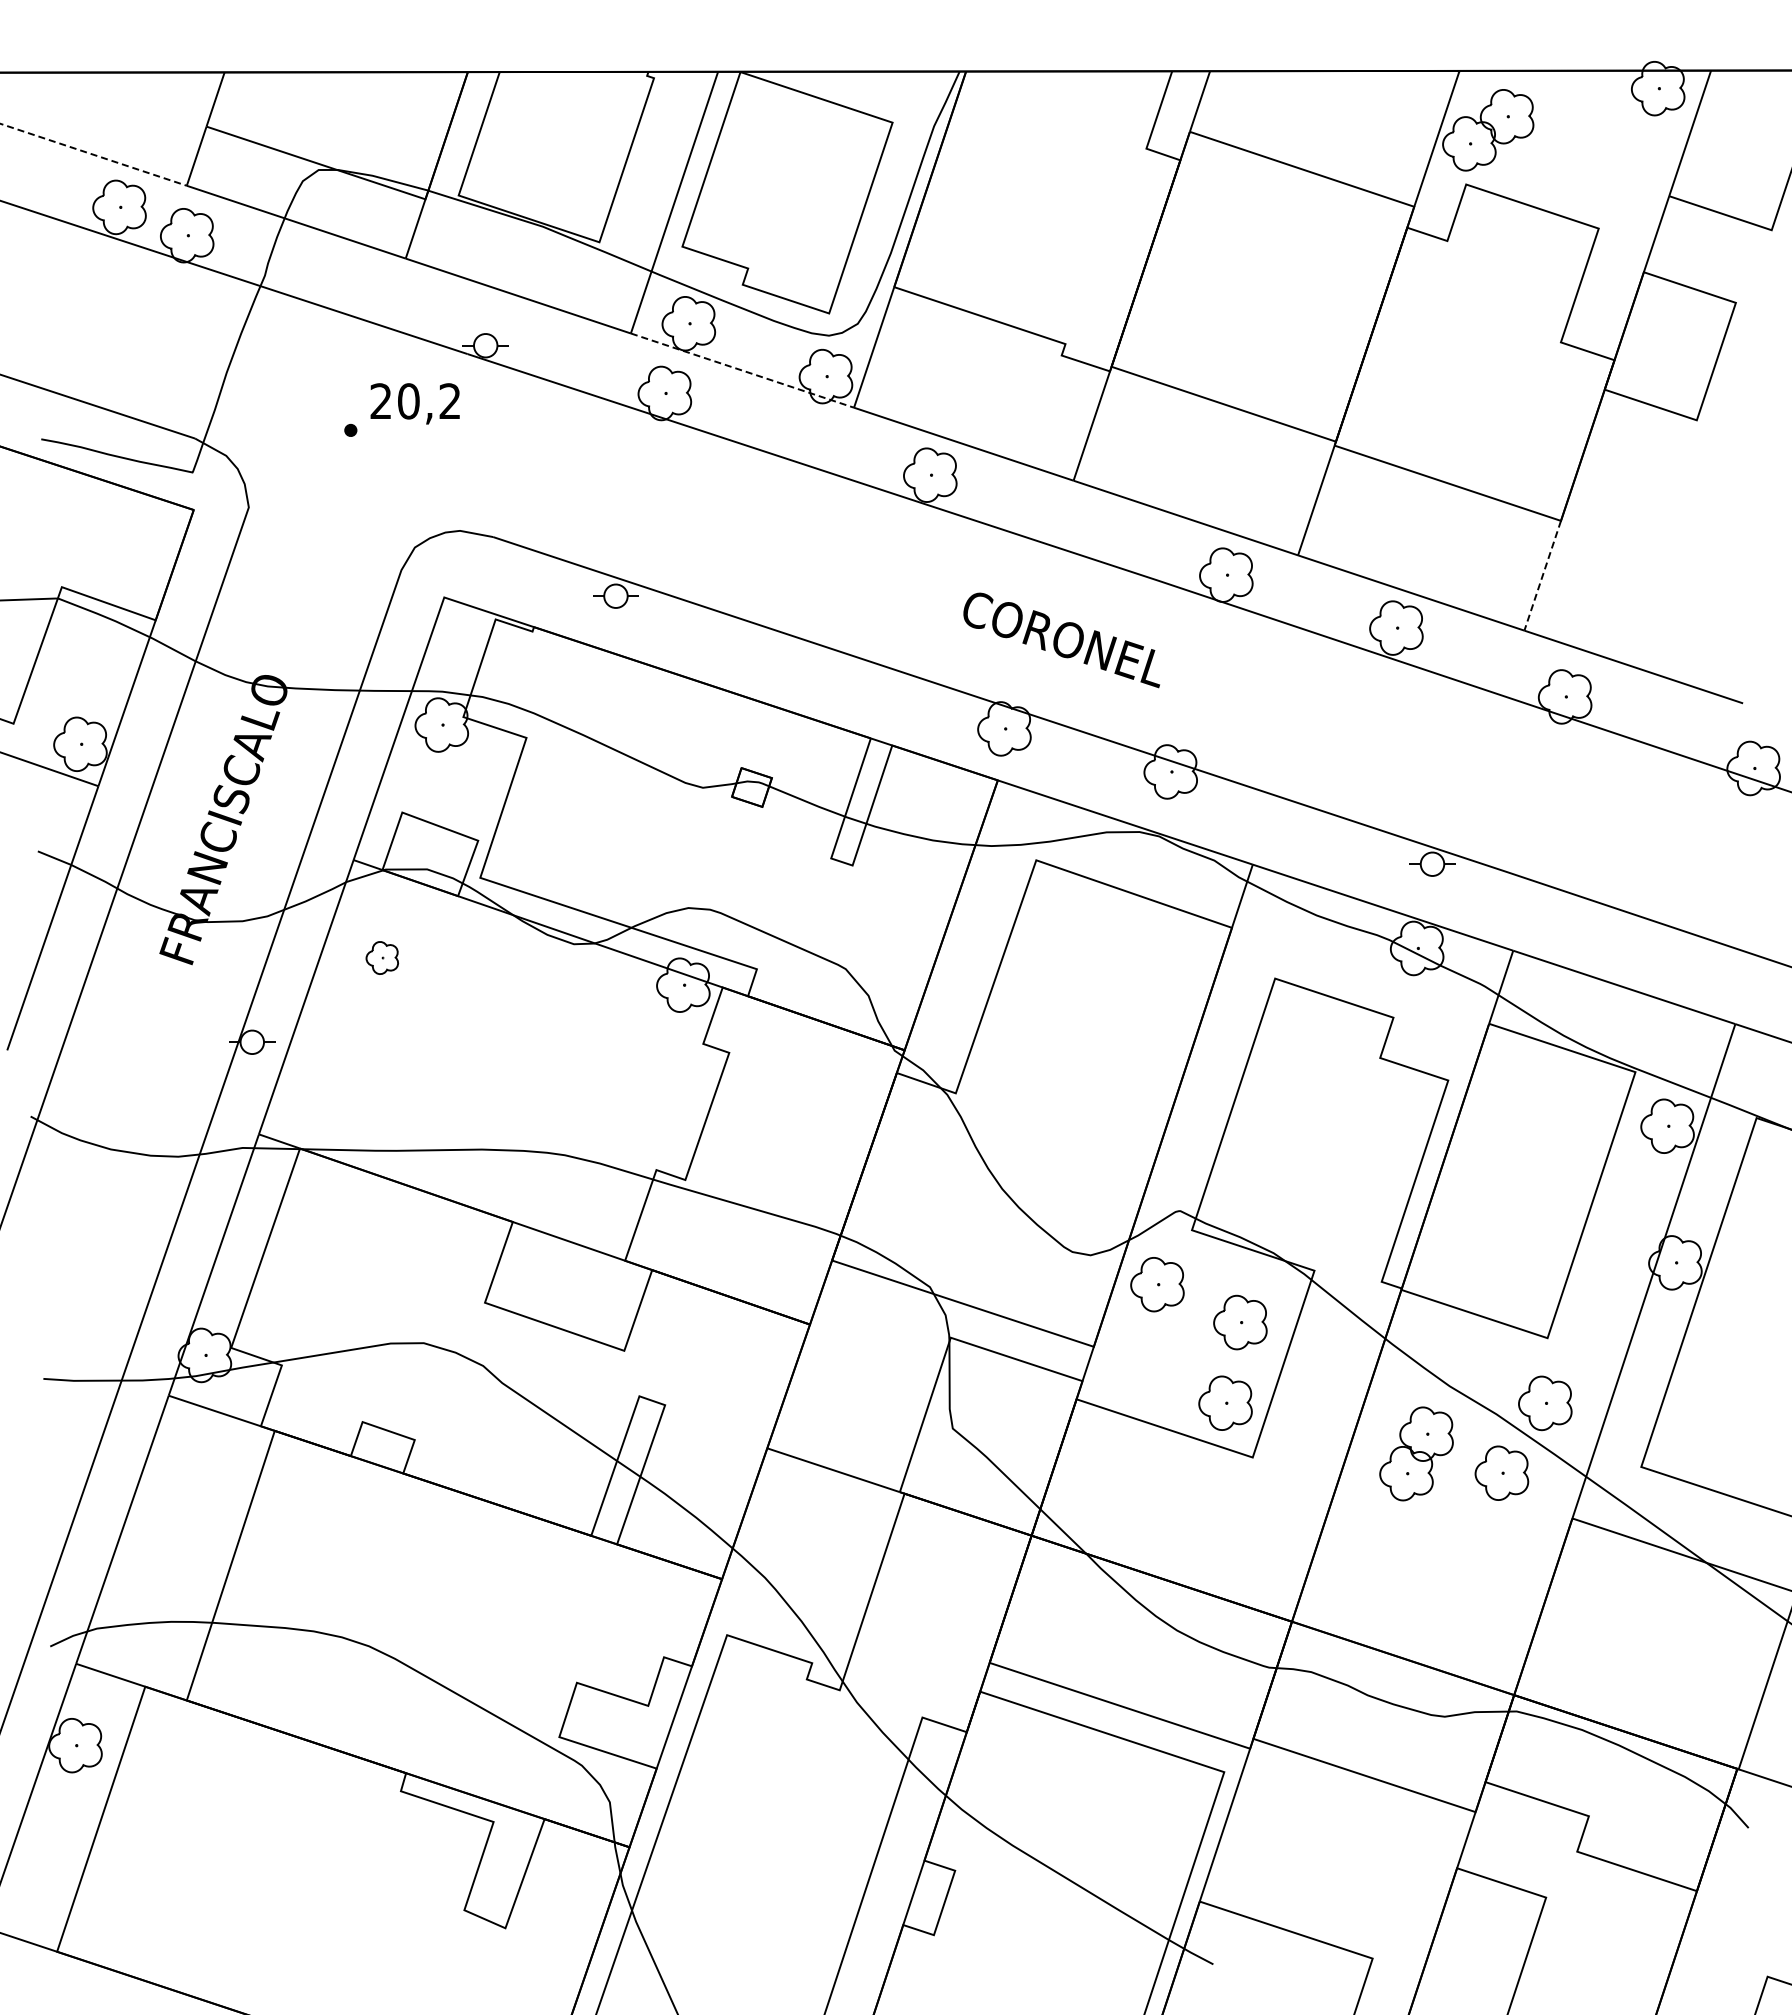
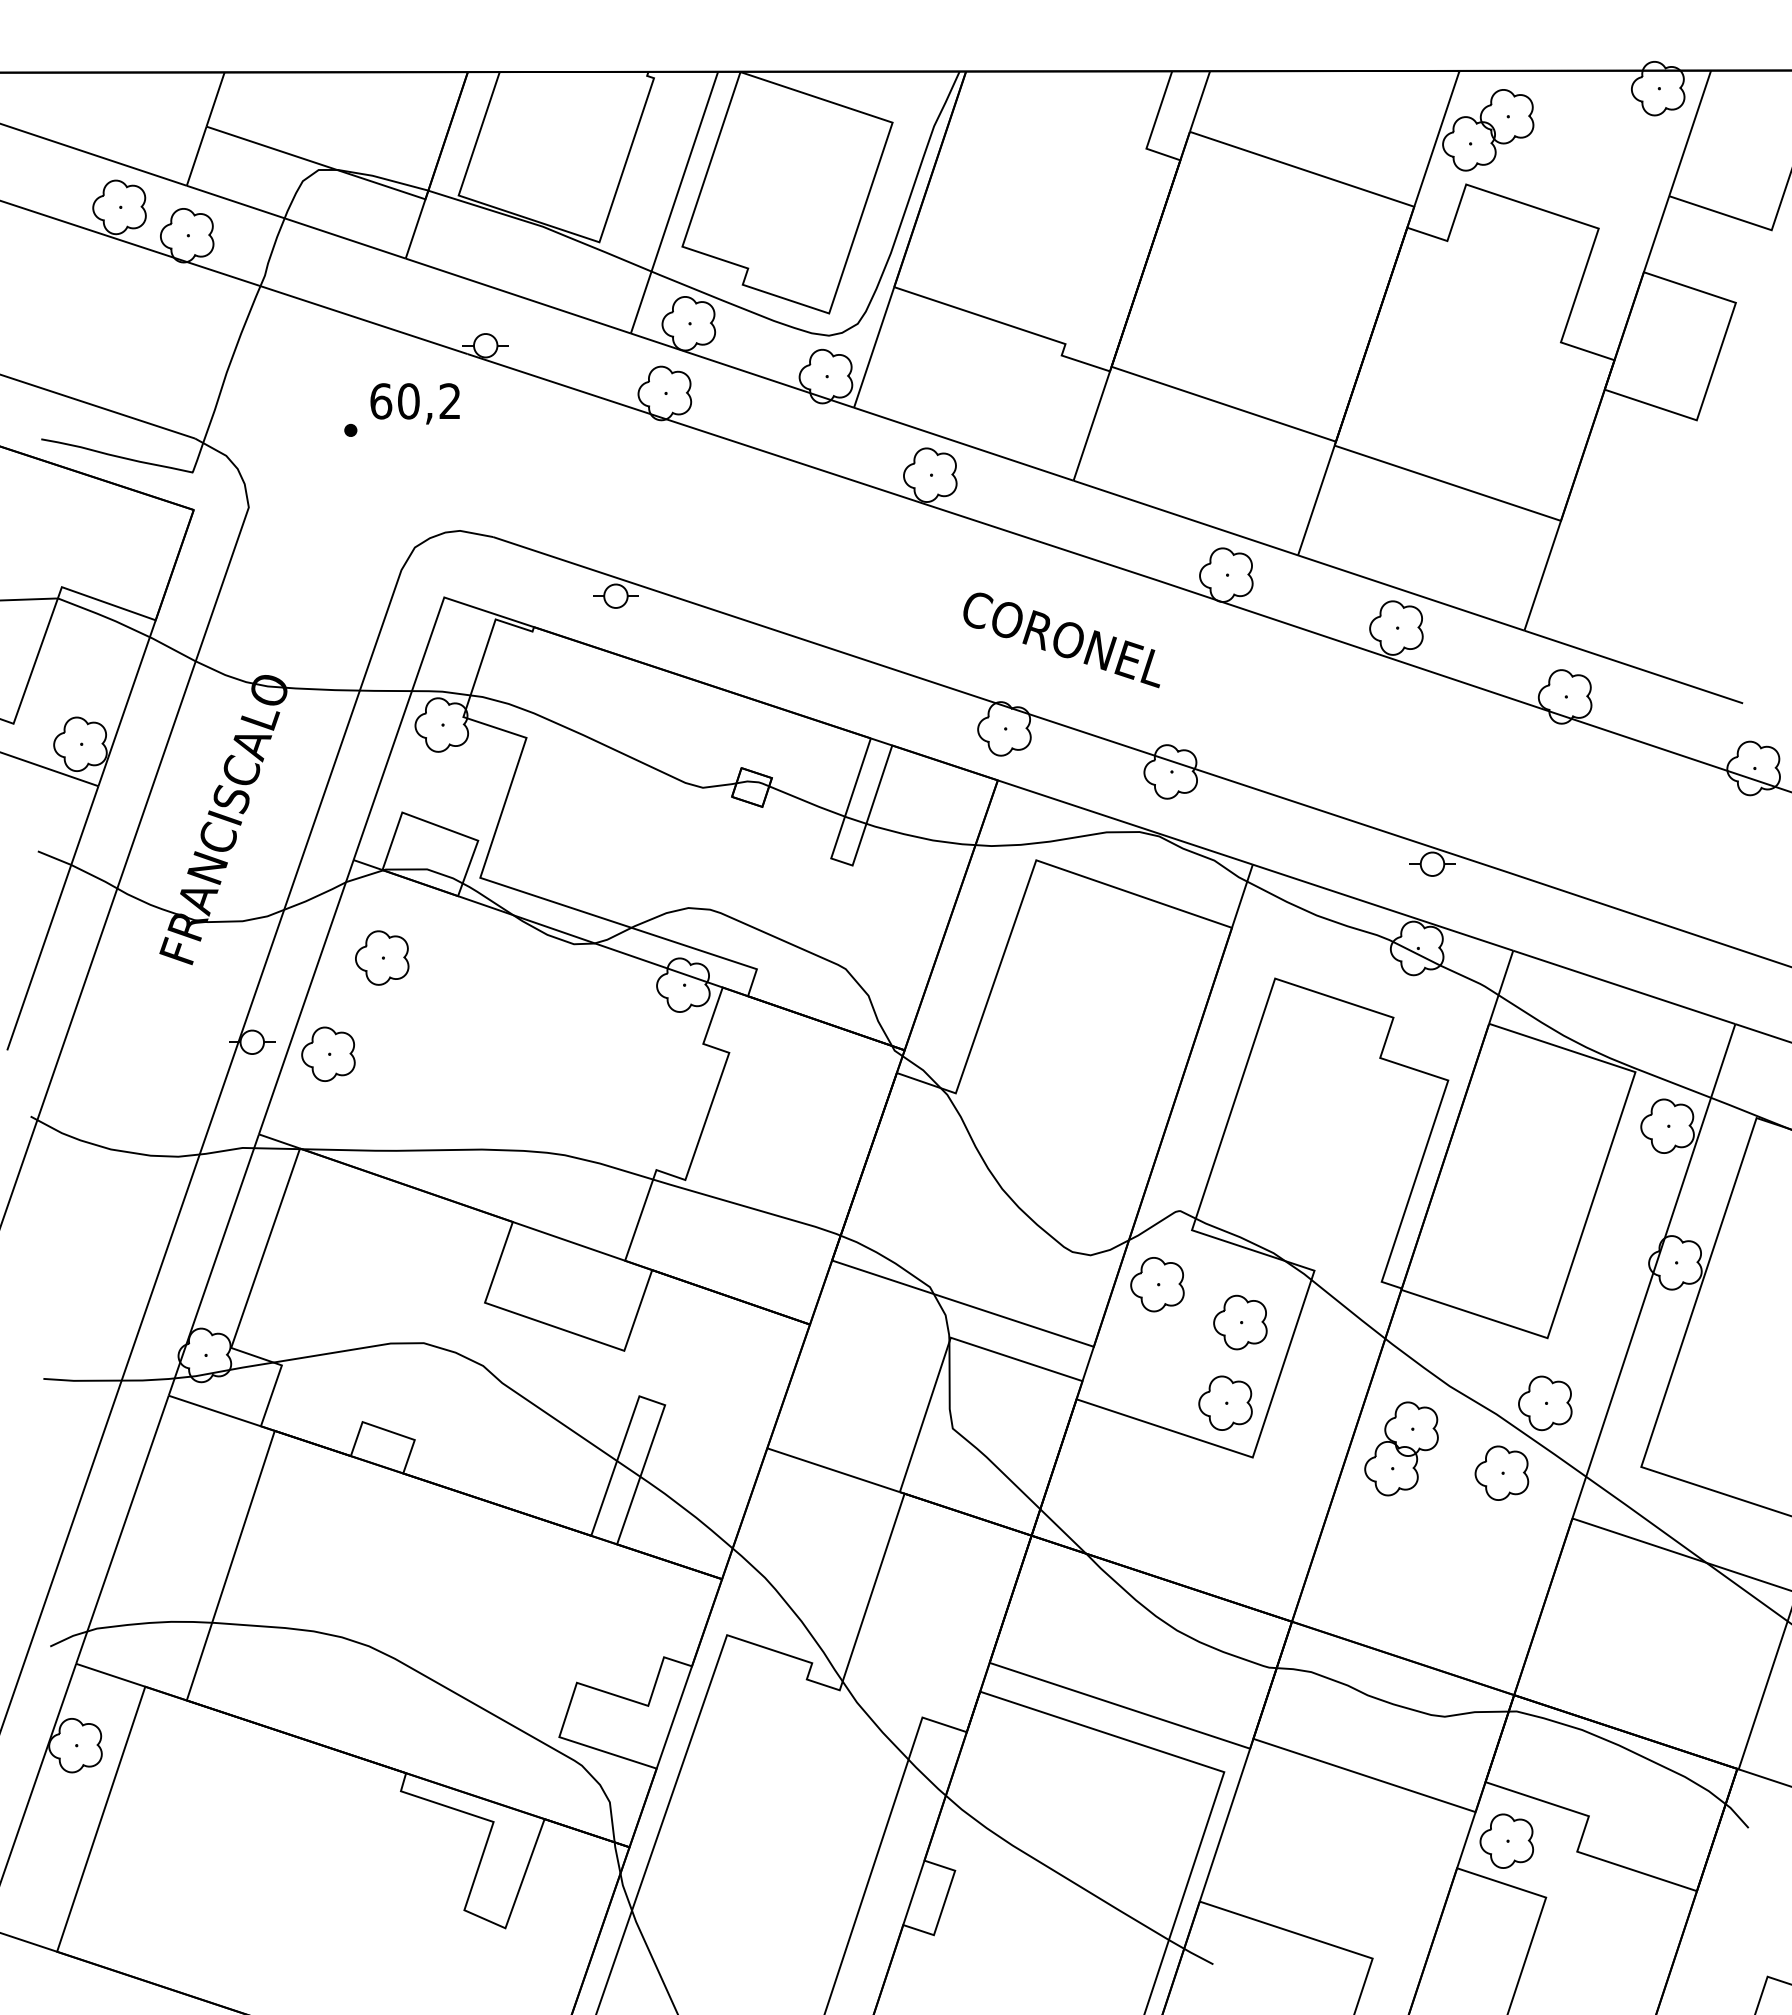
line at (94, 154): dashed -> solid
line at (742, 370): dashed -> solid
text at (381, 401): 20,2 -> 60,2
line at (1542, 575): dashed -> solid
part at (381, 957) size: 34x34 px -> 55x56 px
part at (328, 1053): none -> present
part at (1416, 1453) position: (1416, 1453) -> (1401, 1448)
part at (1506, 1840): none -> present
